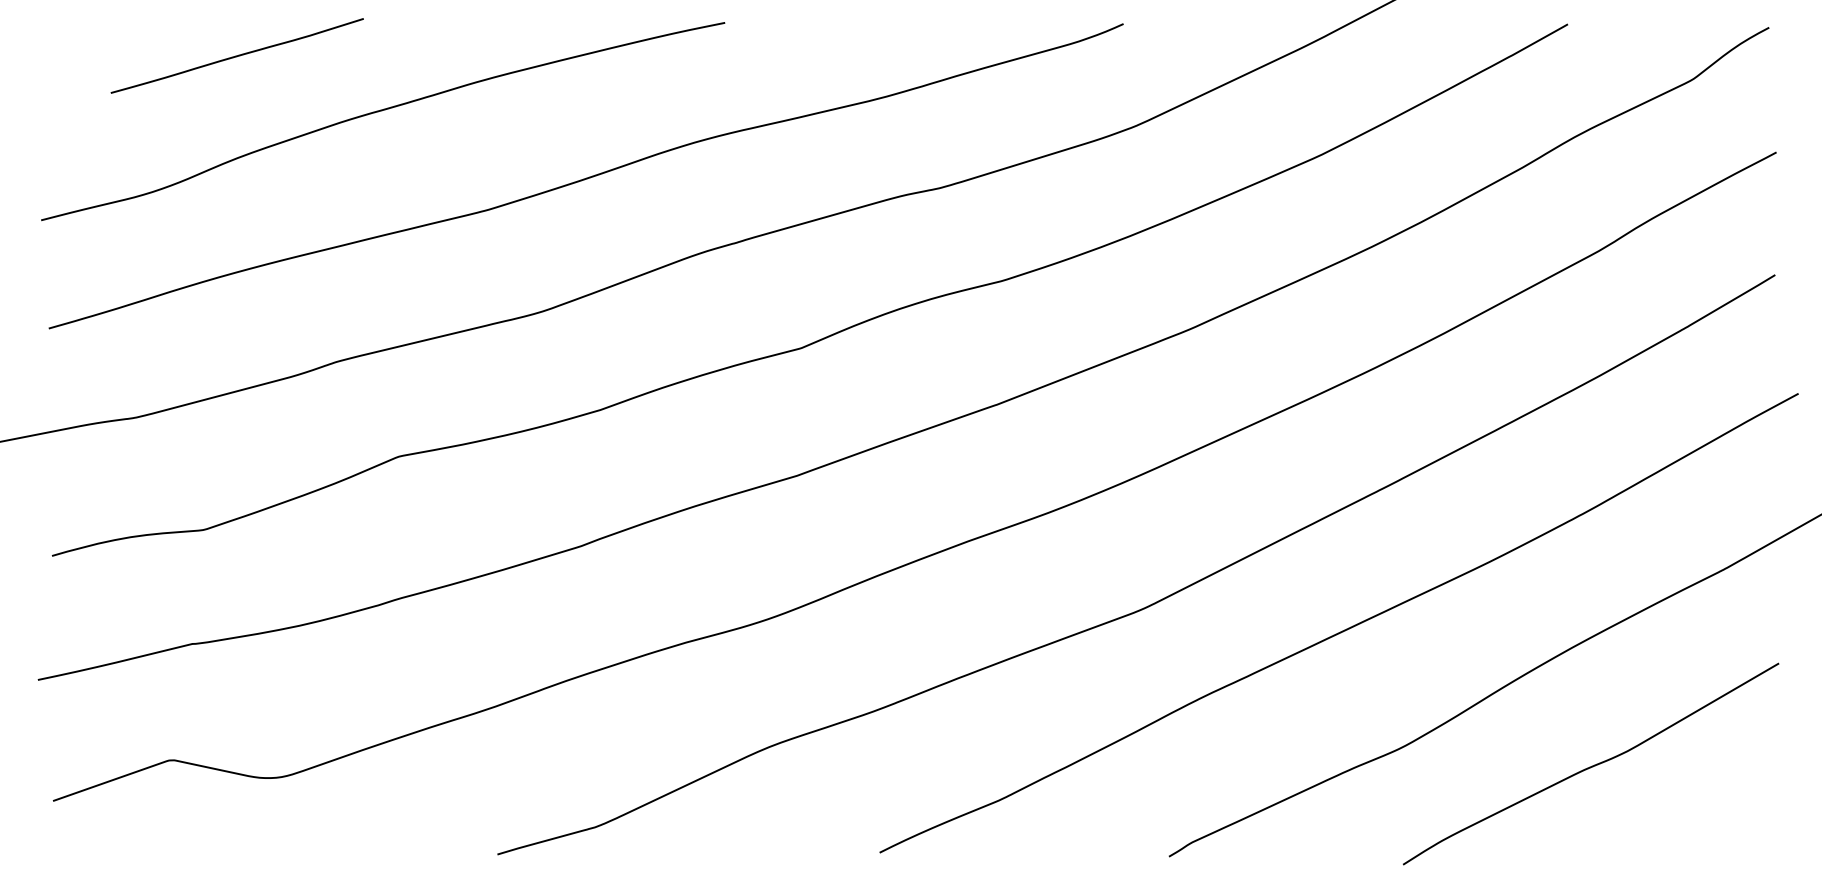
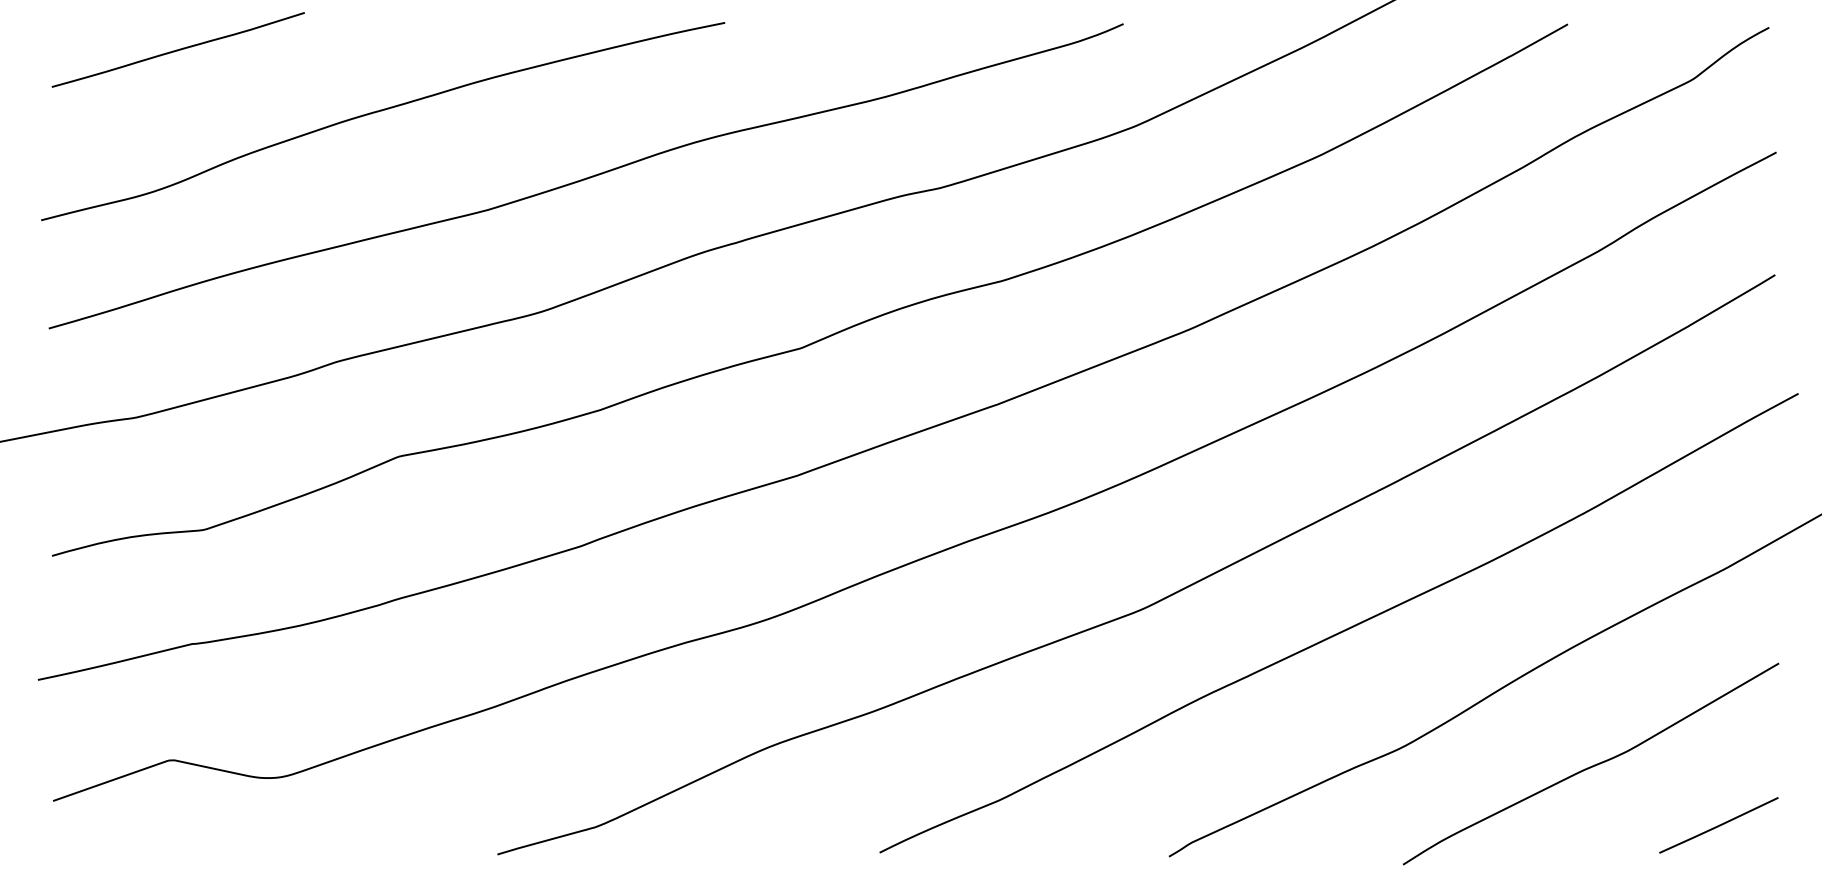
curve at (236, 55) position: (236, 55) -> (177, 49)
line at (1718, 825): none -> present
